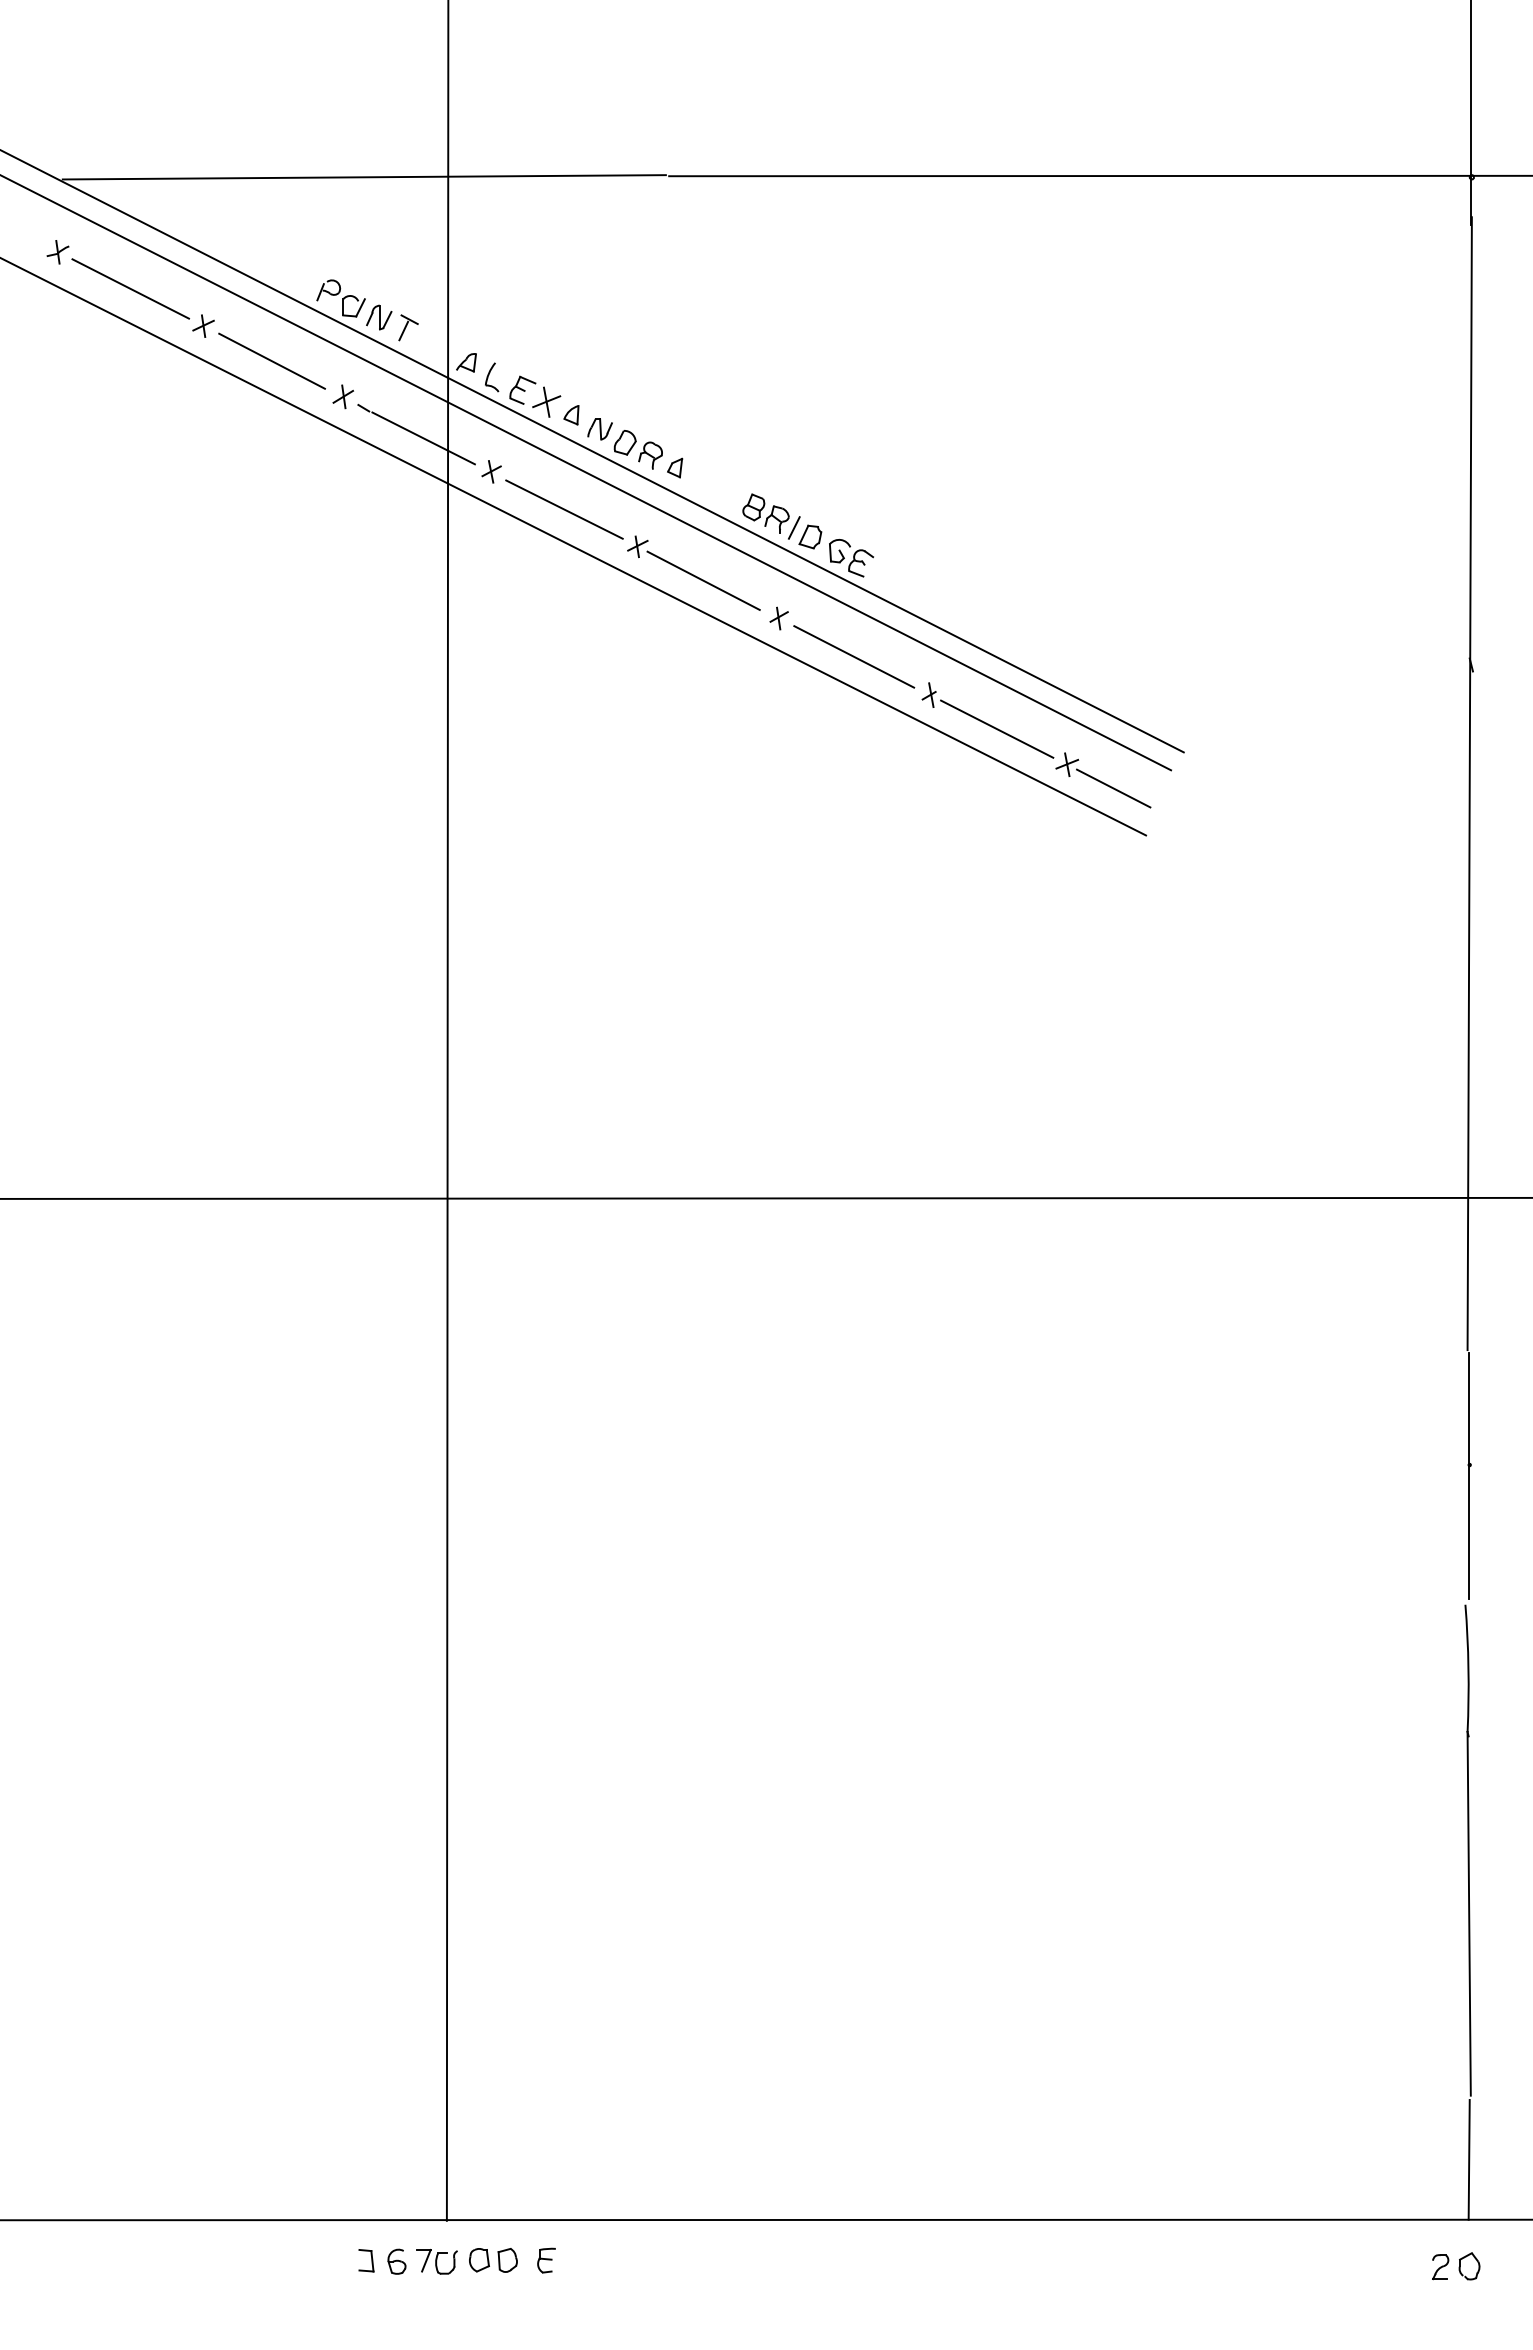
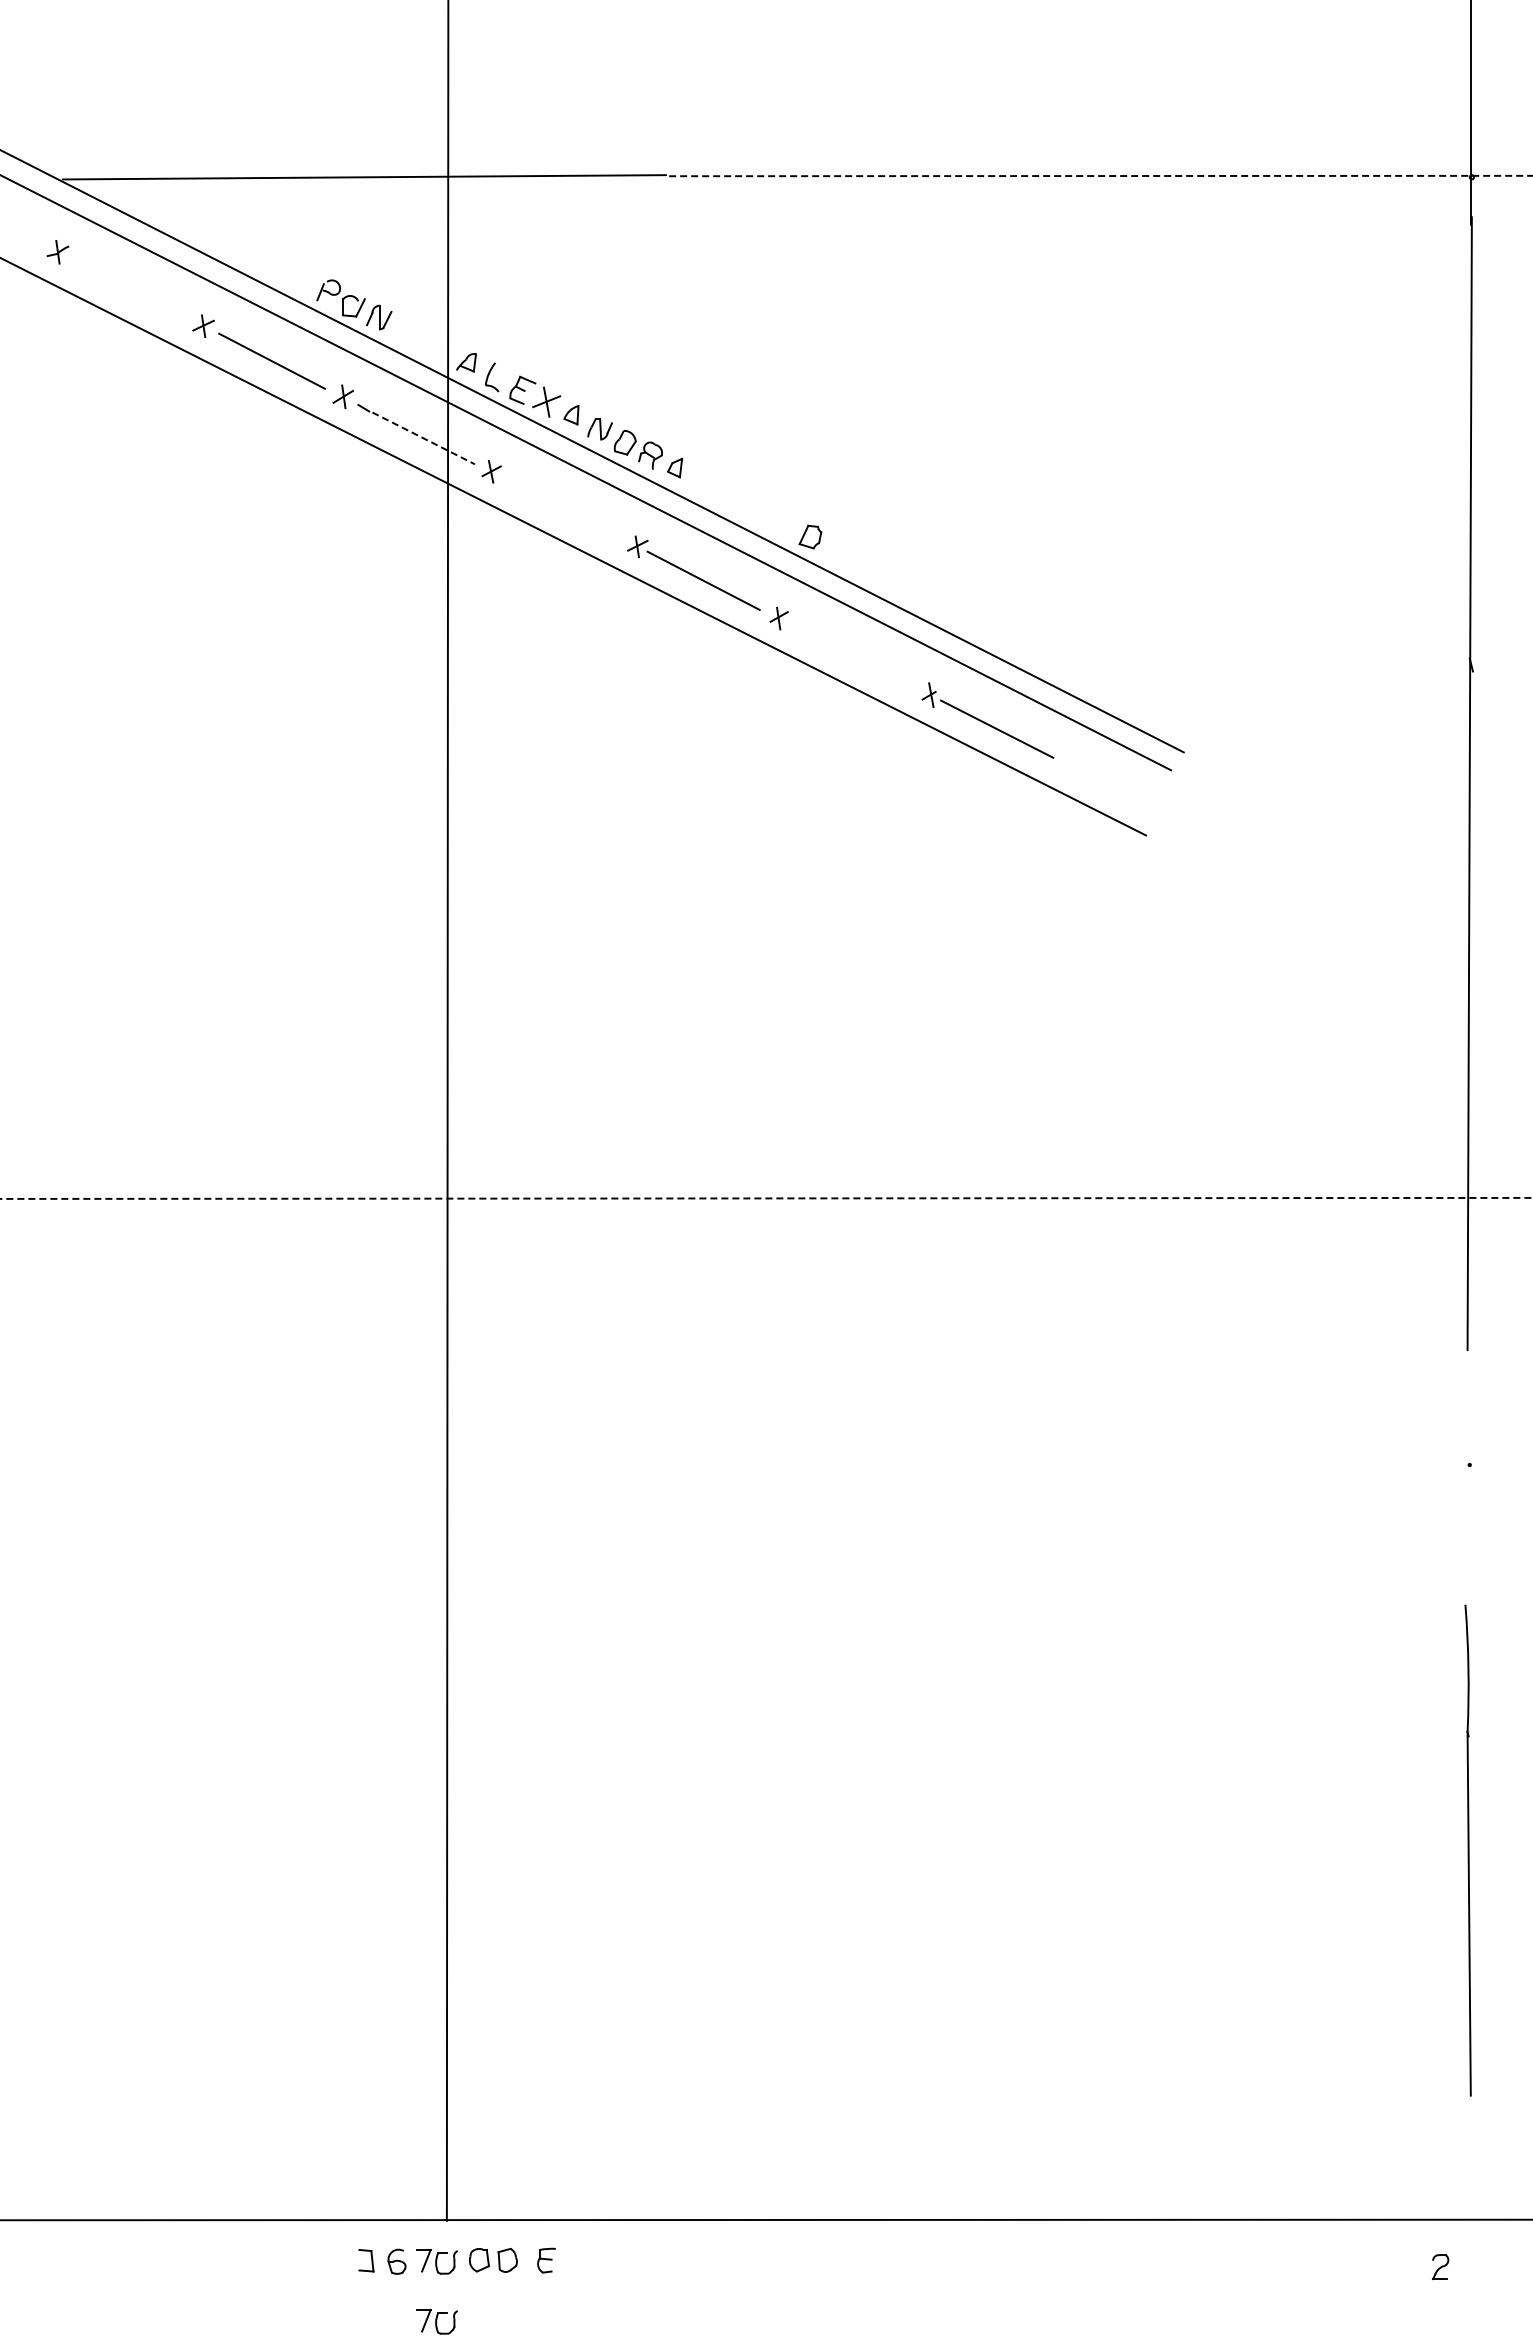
line at (1101, 176): solid -> dashed
line at (130, 288): present -> none
part at (408, 327): present -> none
line at (424, 438): solid -> dashed
line at (564, 509): present -> none
part at (771, 516): present -> none
part at (851, 558): present -> none
line at (854, 656): present -> none
part at (1103, 780): present -> none
line at (766, 1198): solid -> dashed
line at (1468, 1476): present -> none
line at (1468, 2159): present -> none
part at (1469, 2266): present -> none
part at (436, 2321): none -> present
